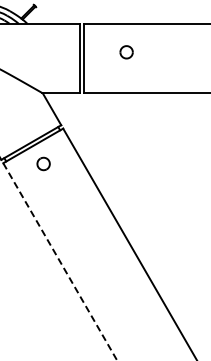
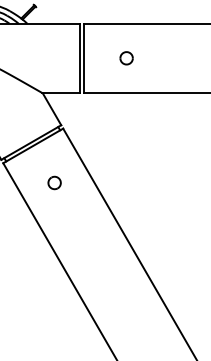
part at (126, 52) position: (126, 52) -> (126, 58)
part at (43, 163) position: (43, 163) -> (54, 182)
line at (60, 261): dashed -> solid
